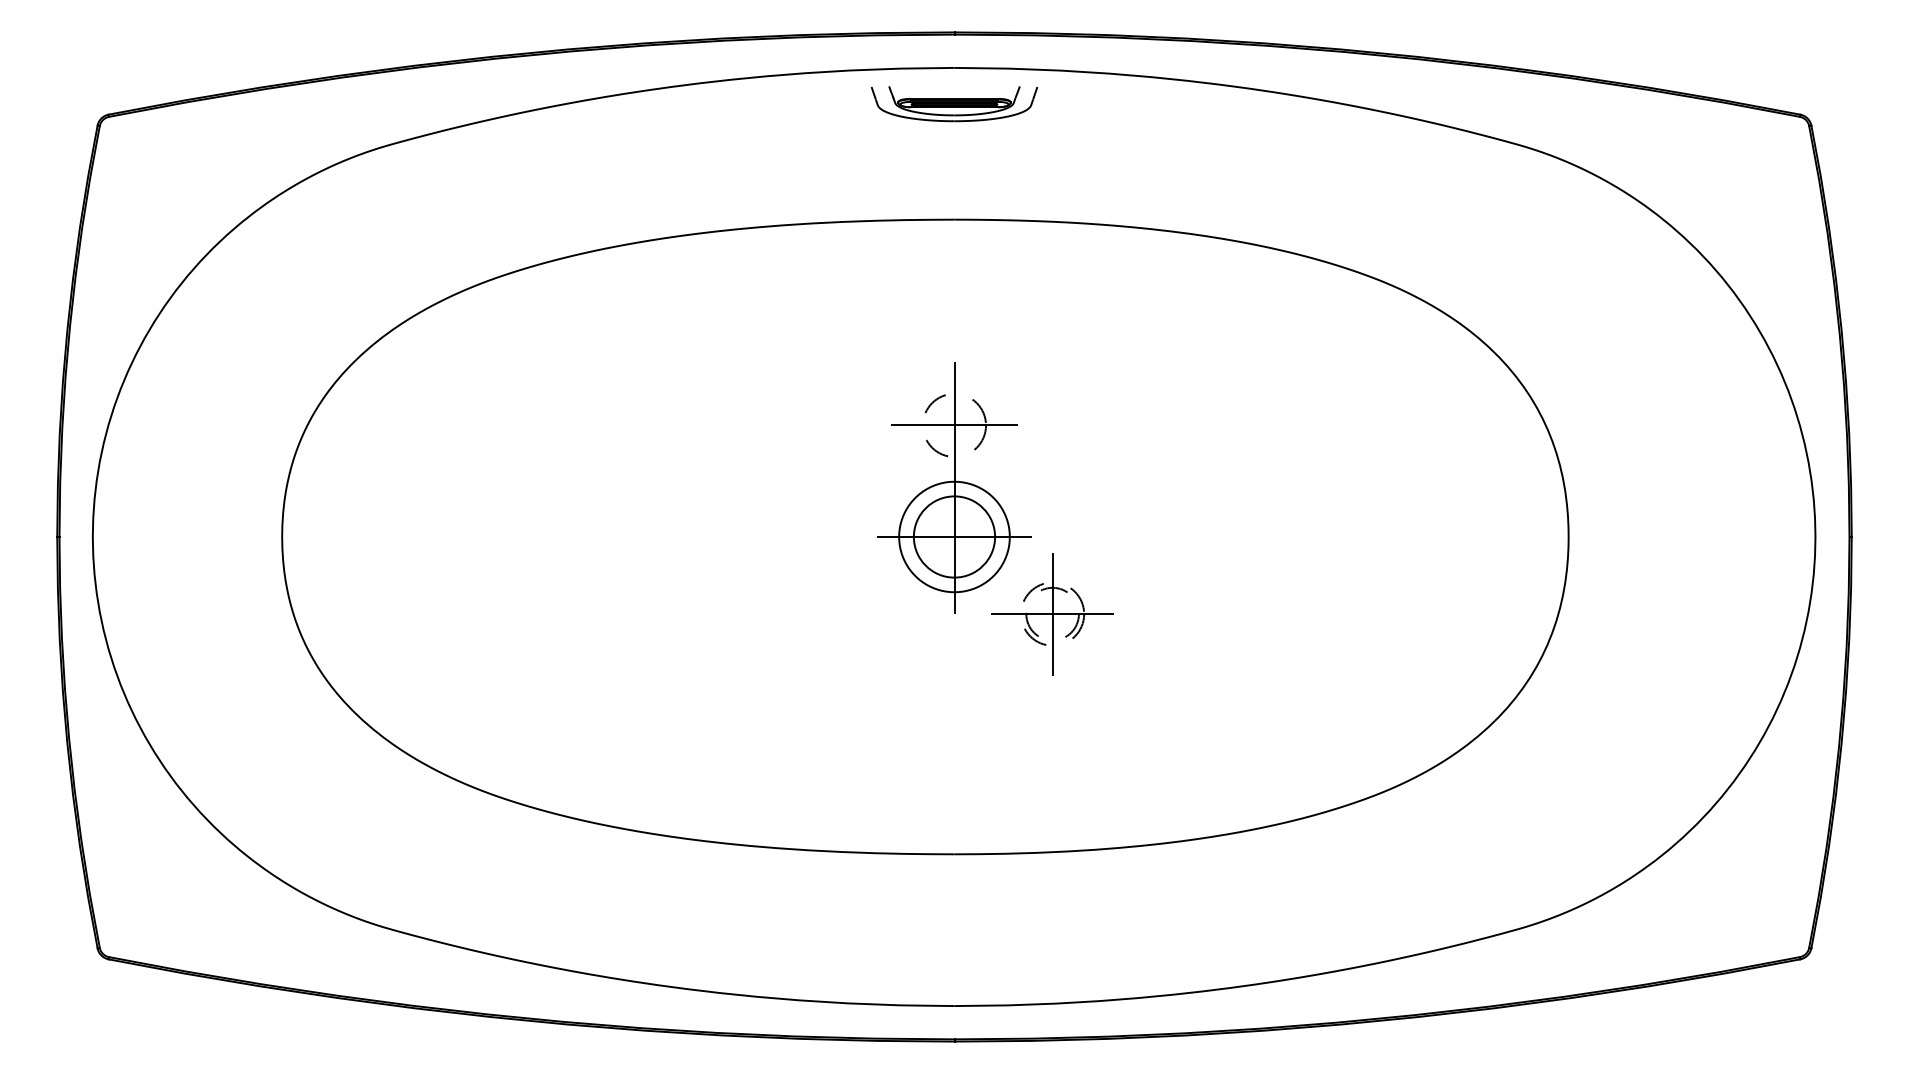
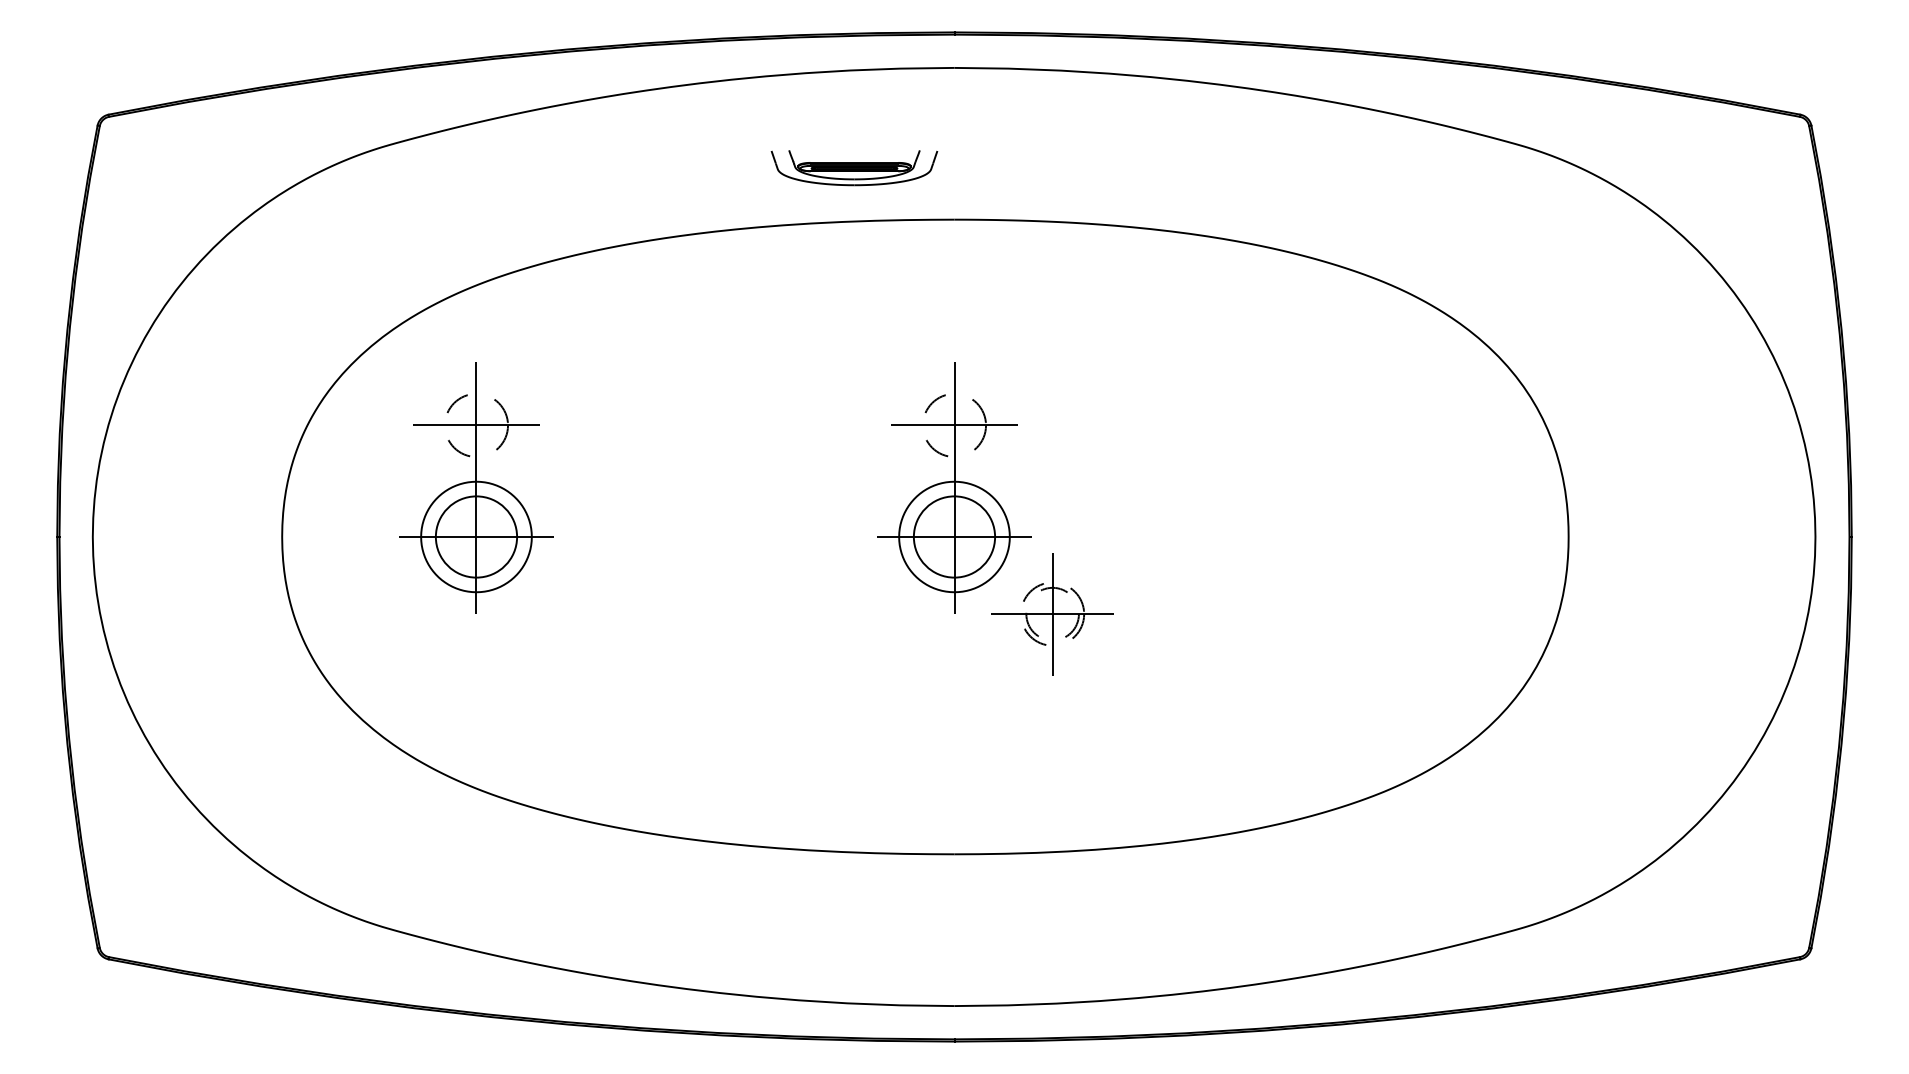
part at (954, 104) position: (954, 104) -> (854, 168)
part at (476, 487): none -> present
